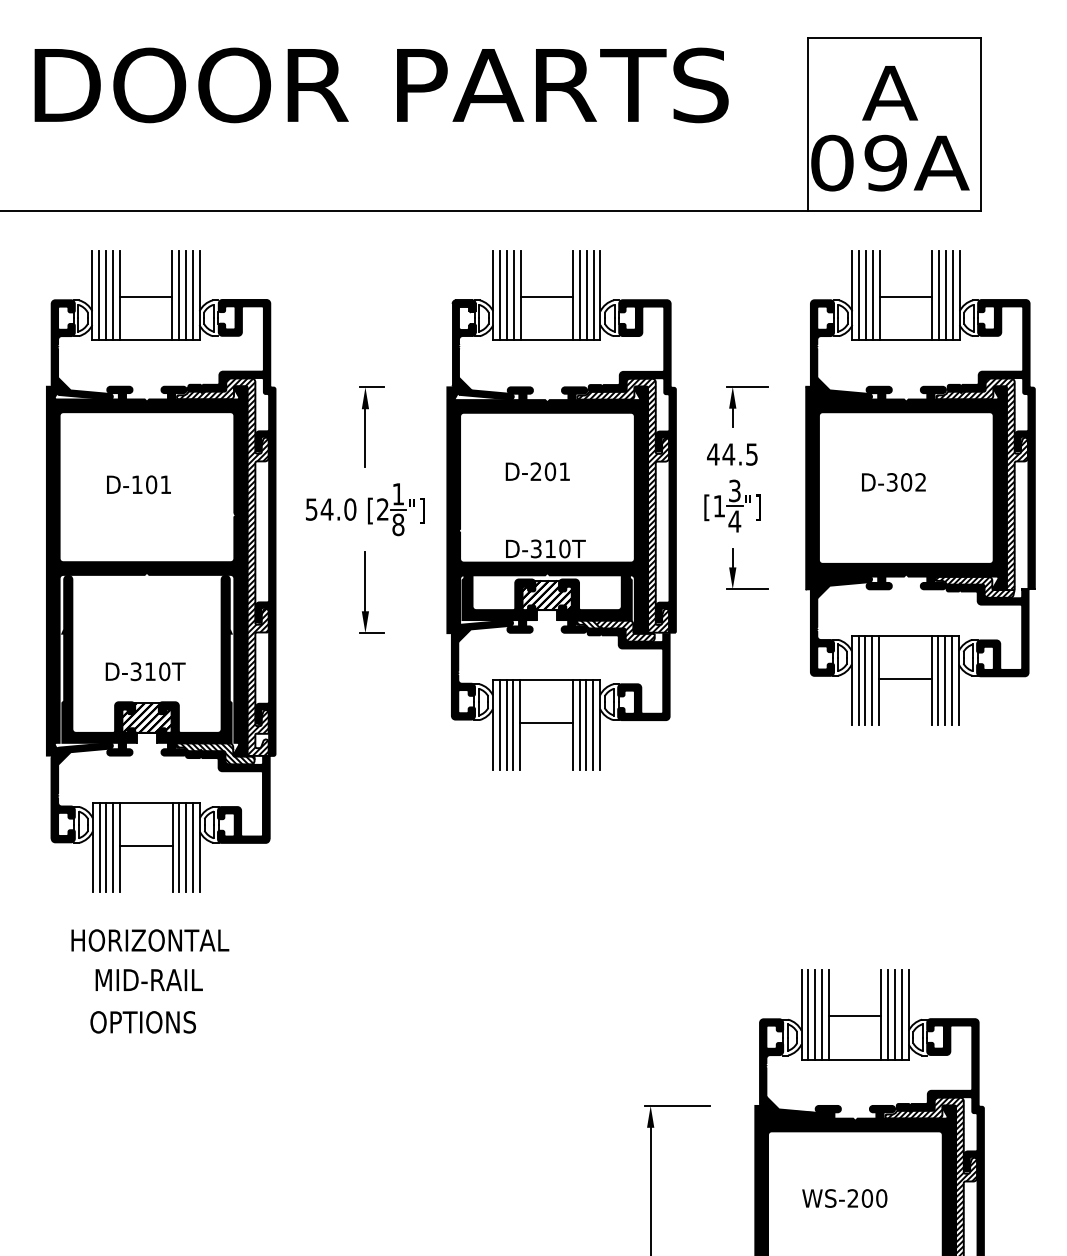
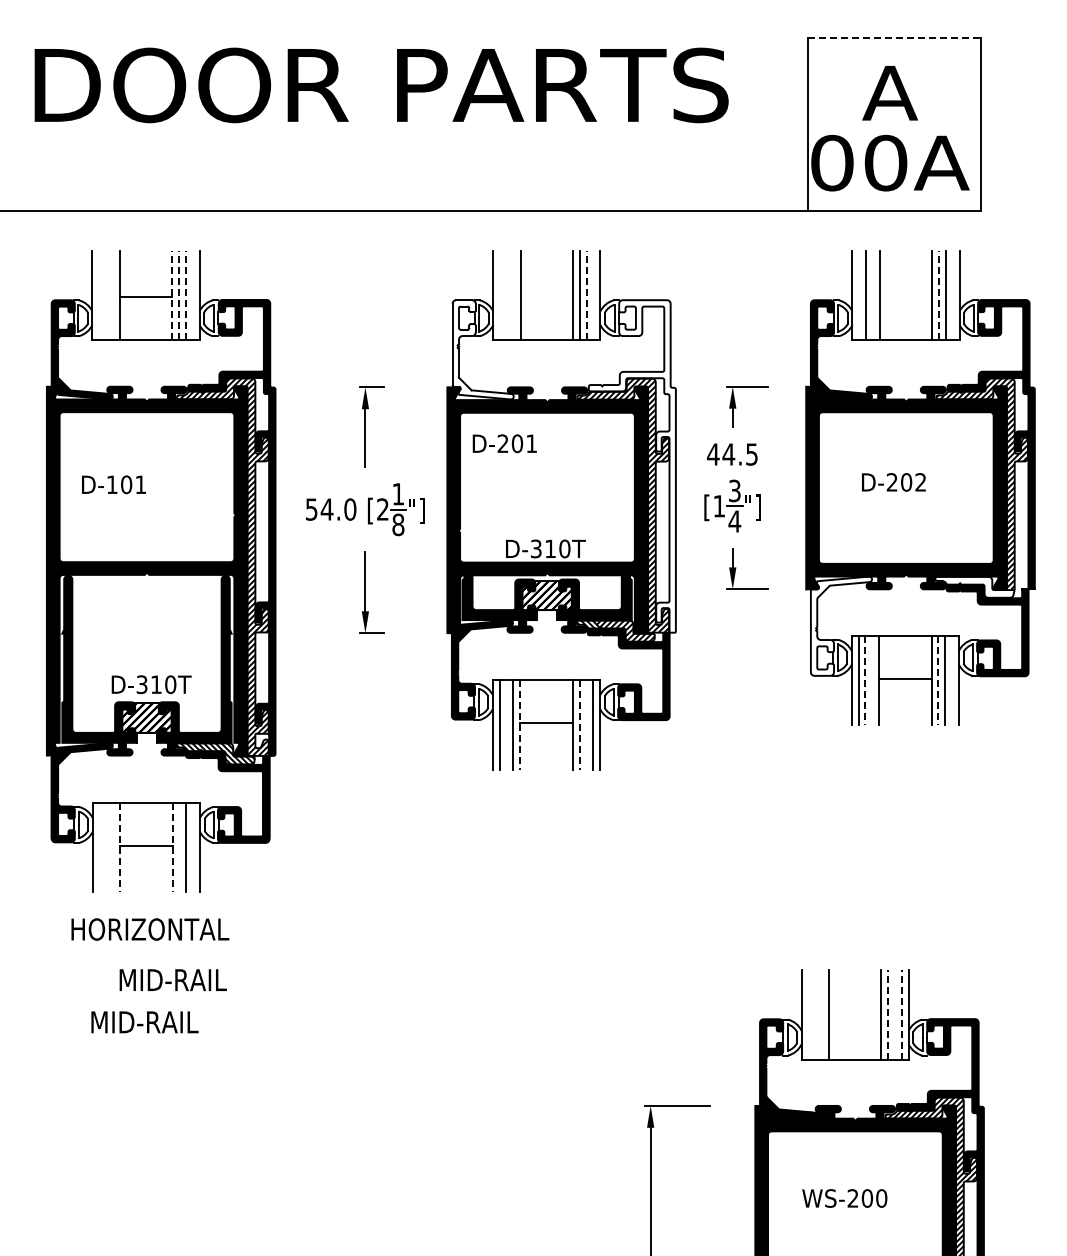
line at (894, 37): solid -> dashed
text at (885, 163): 09A -> 00A
line at (99, 295): present -> none
line at (106, 295): present -> none
line at (112, 295): present -> none
line at (172, 295): solid -> dashed
line at (179, 295): solid -> dashed
line at (185, 295): solid -> dashed
line at (192, 295): present -> none
line at (500, 295): present -> none
line at (506, 295): present -> none
line at (513, 295): present -> none
line at (586, 295): solid -> dashed
line at (593, 295): present -> none
line at (859, 295): present -> none
line at (872, 295): present -> none
line at (939, 295): solid -> dashed
line at (952, 295): present -> none
line at (546, 297): present -> none
line at (905, 297): present -> none
fill at (482, 349): present -> none
fill at (631, 466): present -> none
text at (537, 471) position: (537, 471) -> (504, 443)
text at (891, 482): D-302 -> D-202
text at (138, 484) position: (138, 484) -> (113, 484)
hatch at (974, 586): present -> none
fill at (841, 625): present -> none
text at (145, 671) position: (145, 671) -> (151, 684)
line at (865, 680): solid -> dashed
line at (872, 680): present -> none
line at (938, 680): solid -> dashed
line at (952, 680): present -> none
line at (506, 724): present -> none
line at (520, 724): solid -> dashed
line at (579, 724): solid -> dashed
line at (586, 724): present -> none
line at (99, 847): present -> none
line at (106, 847): present -> none
line at (113, 847): present -> none
line at (120, 847): solid -> dashed
line at (172, 847): solid -> dashed
line at (179, 847): present -> none
line at (193, 847): present -> none
text at (150, 940) position: (150, 940) -> (150, 929)
text at (148, 979) position: (148, 979) -> (172, 979)
line at (808, 1014): present -> none
line at (815, 1014): present -> none
line at (822, 1014): present -> none
line at (888, 1014): solid -> dashed
line at (895, 1014): present -> none
line at (901, 1014): solid -> dashed
line at (854, 1016): present -> none
text at (144, 1022): OPTIONS -> MID-RAIL
